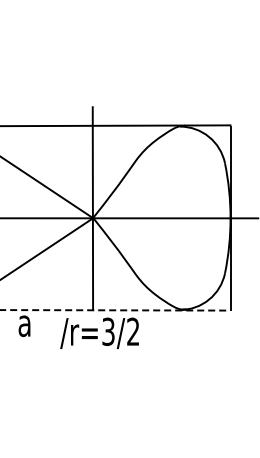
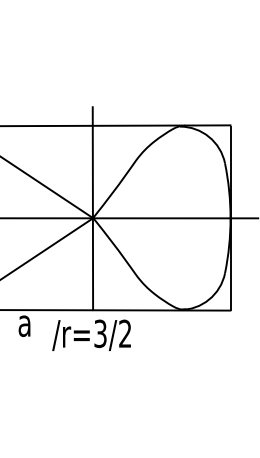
line at (115, 310): dashed -> solid
text at (99, 332) position: (99, 332) -> (91, 334)
